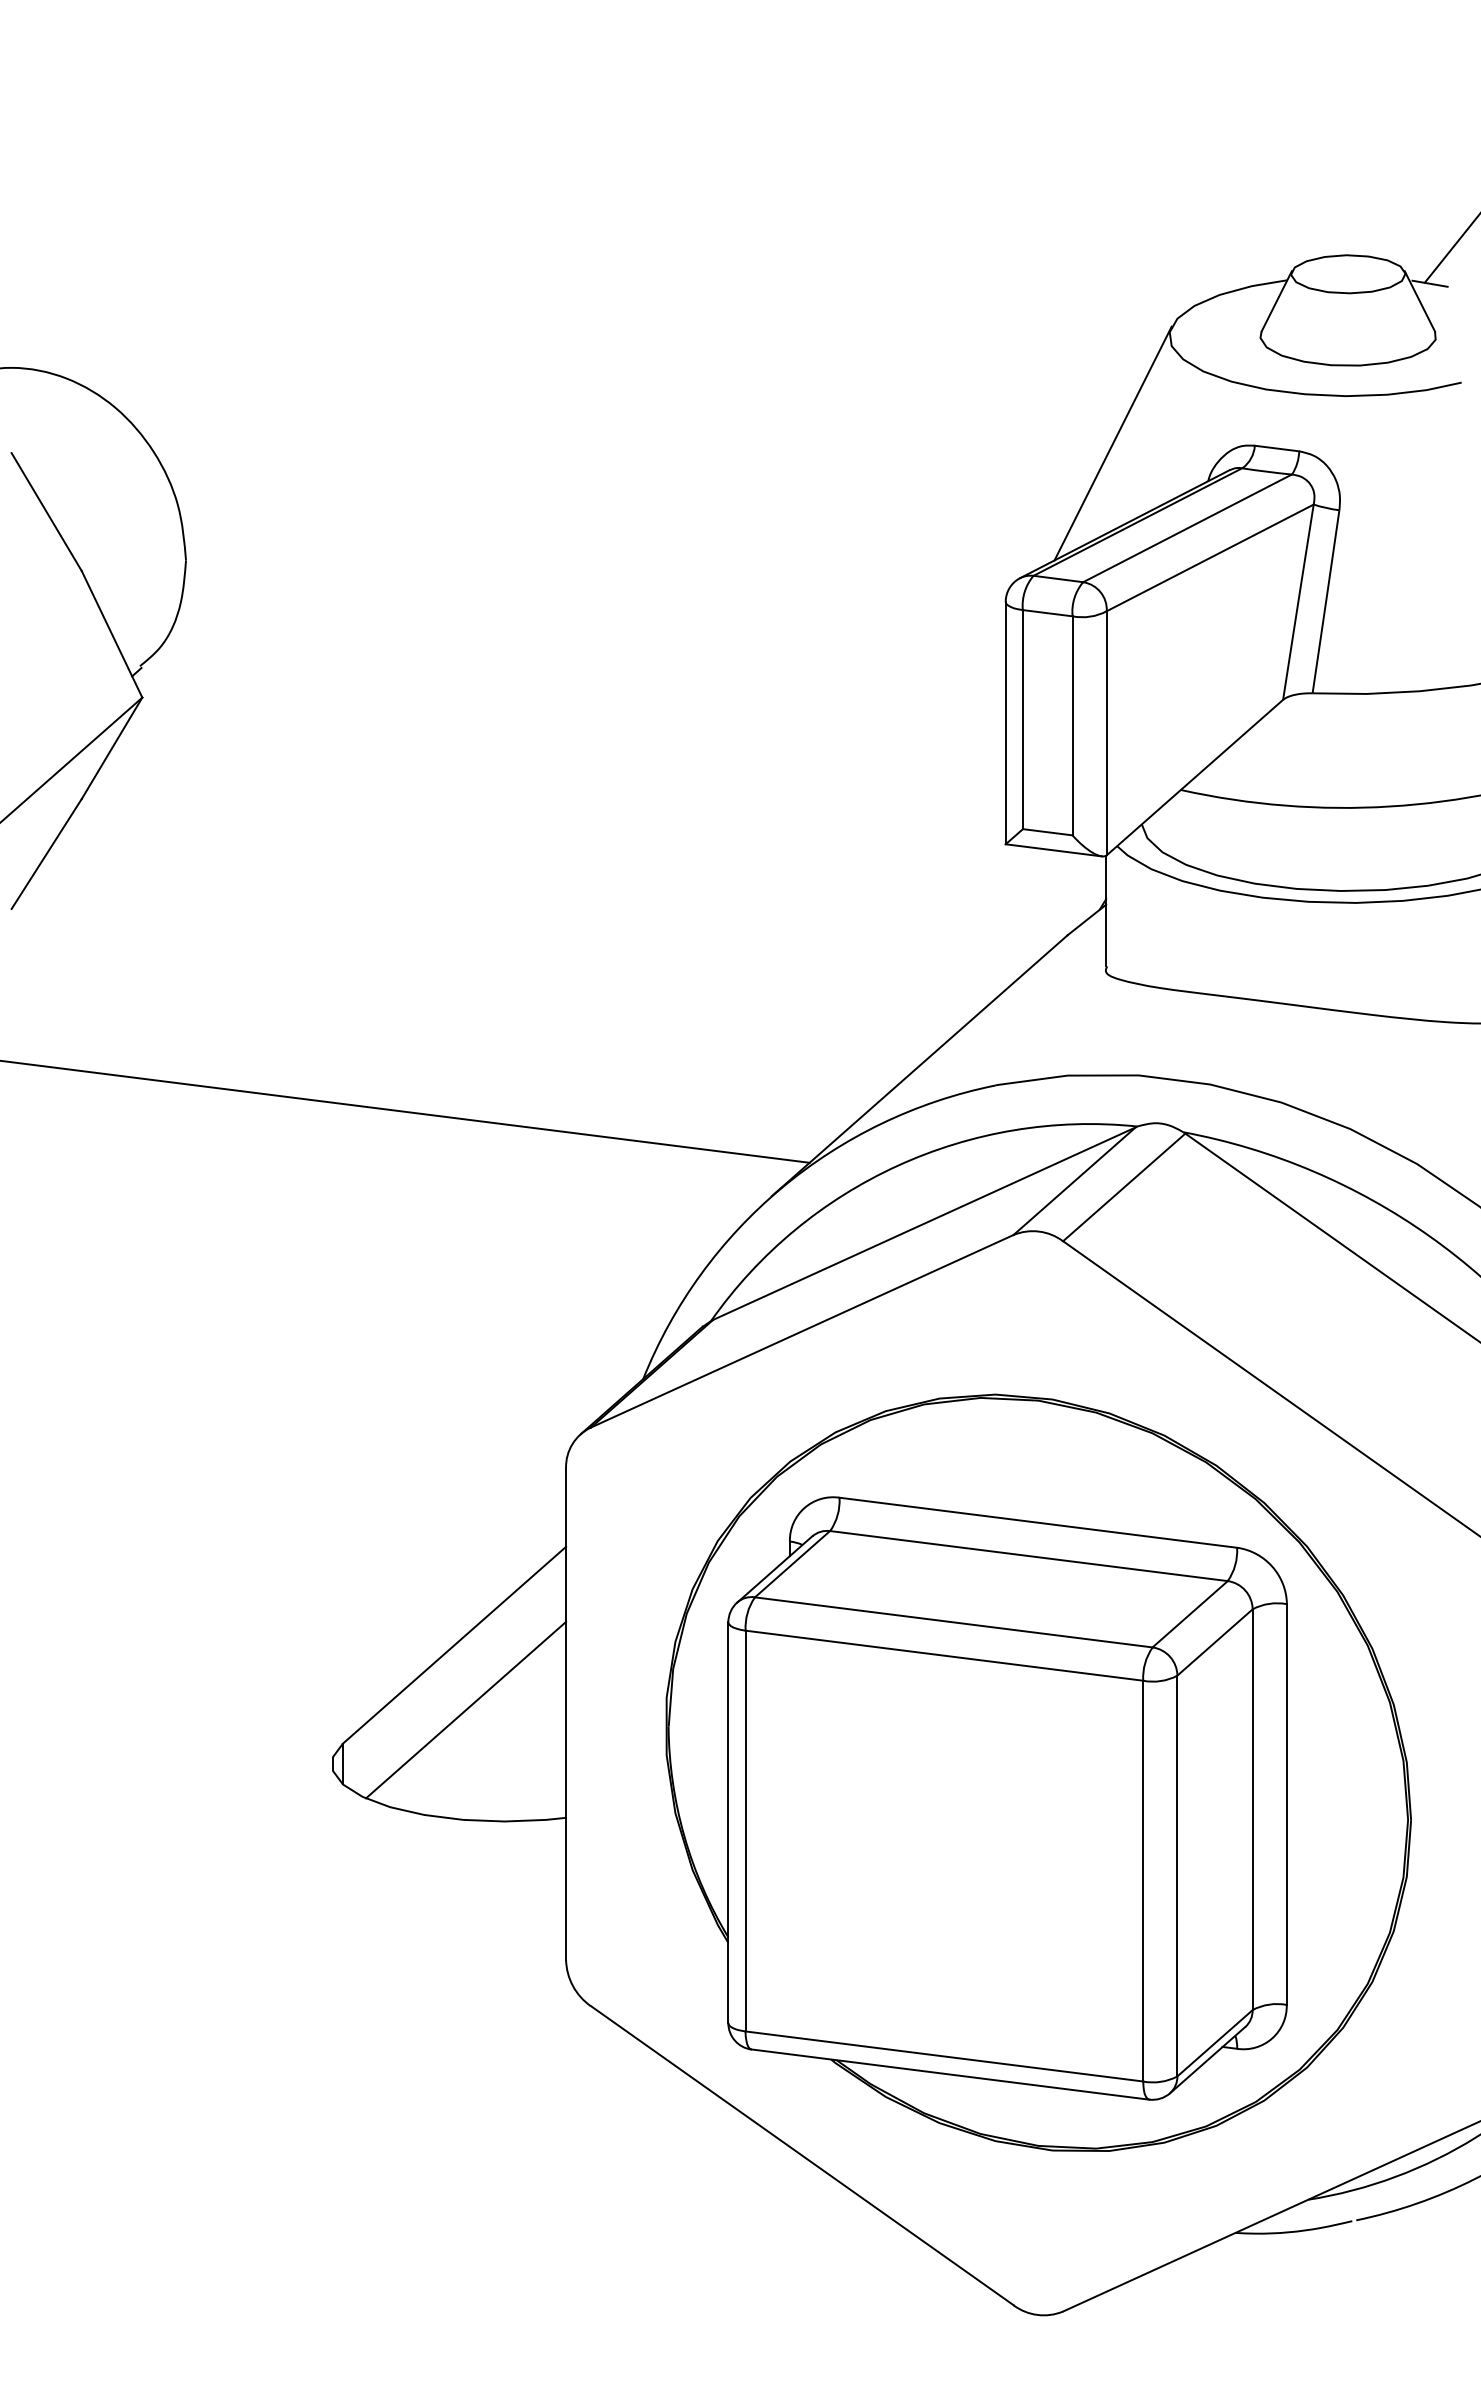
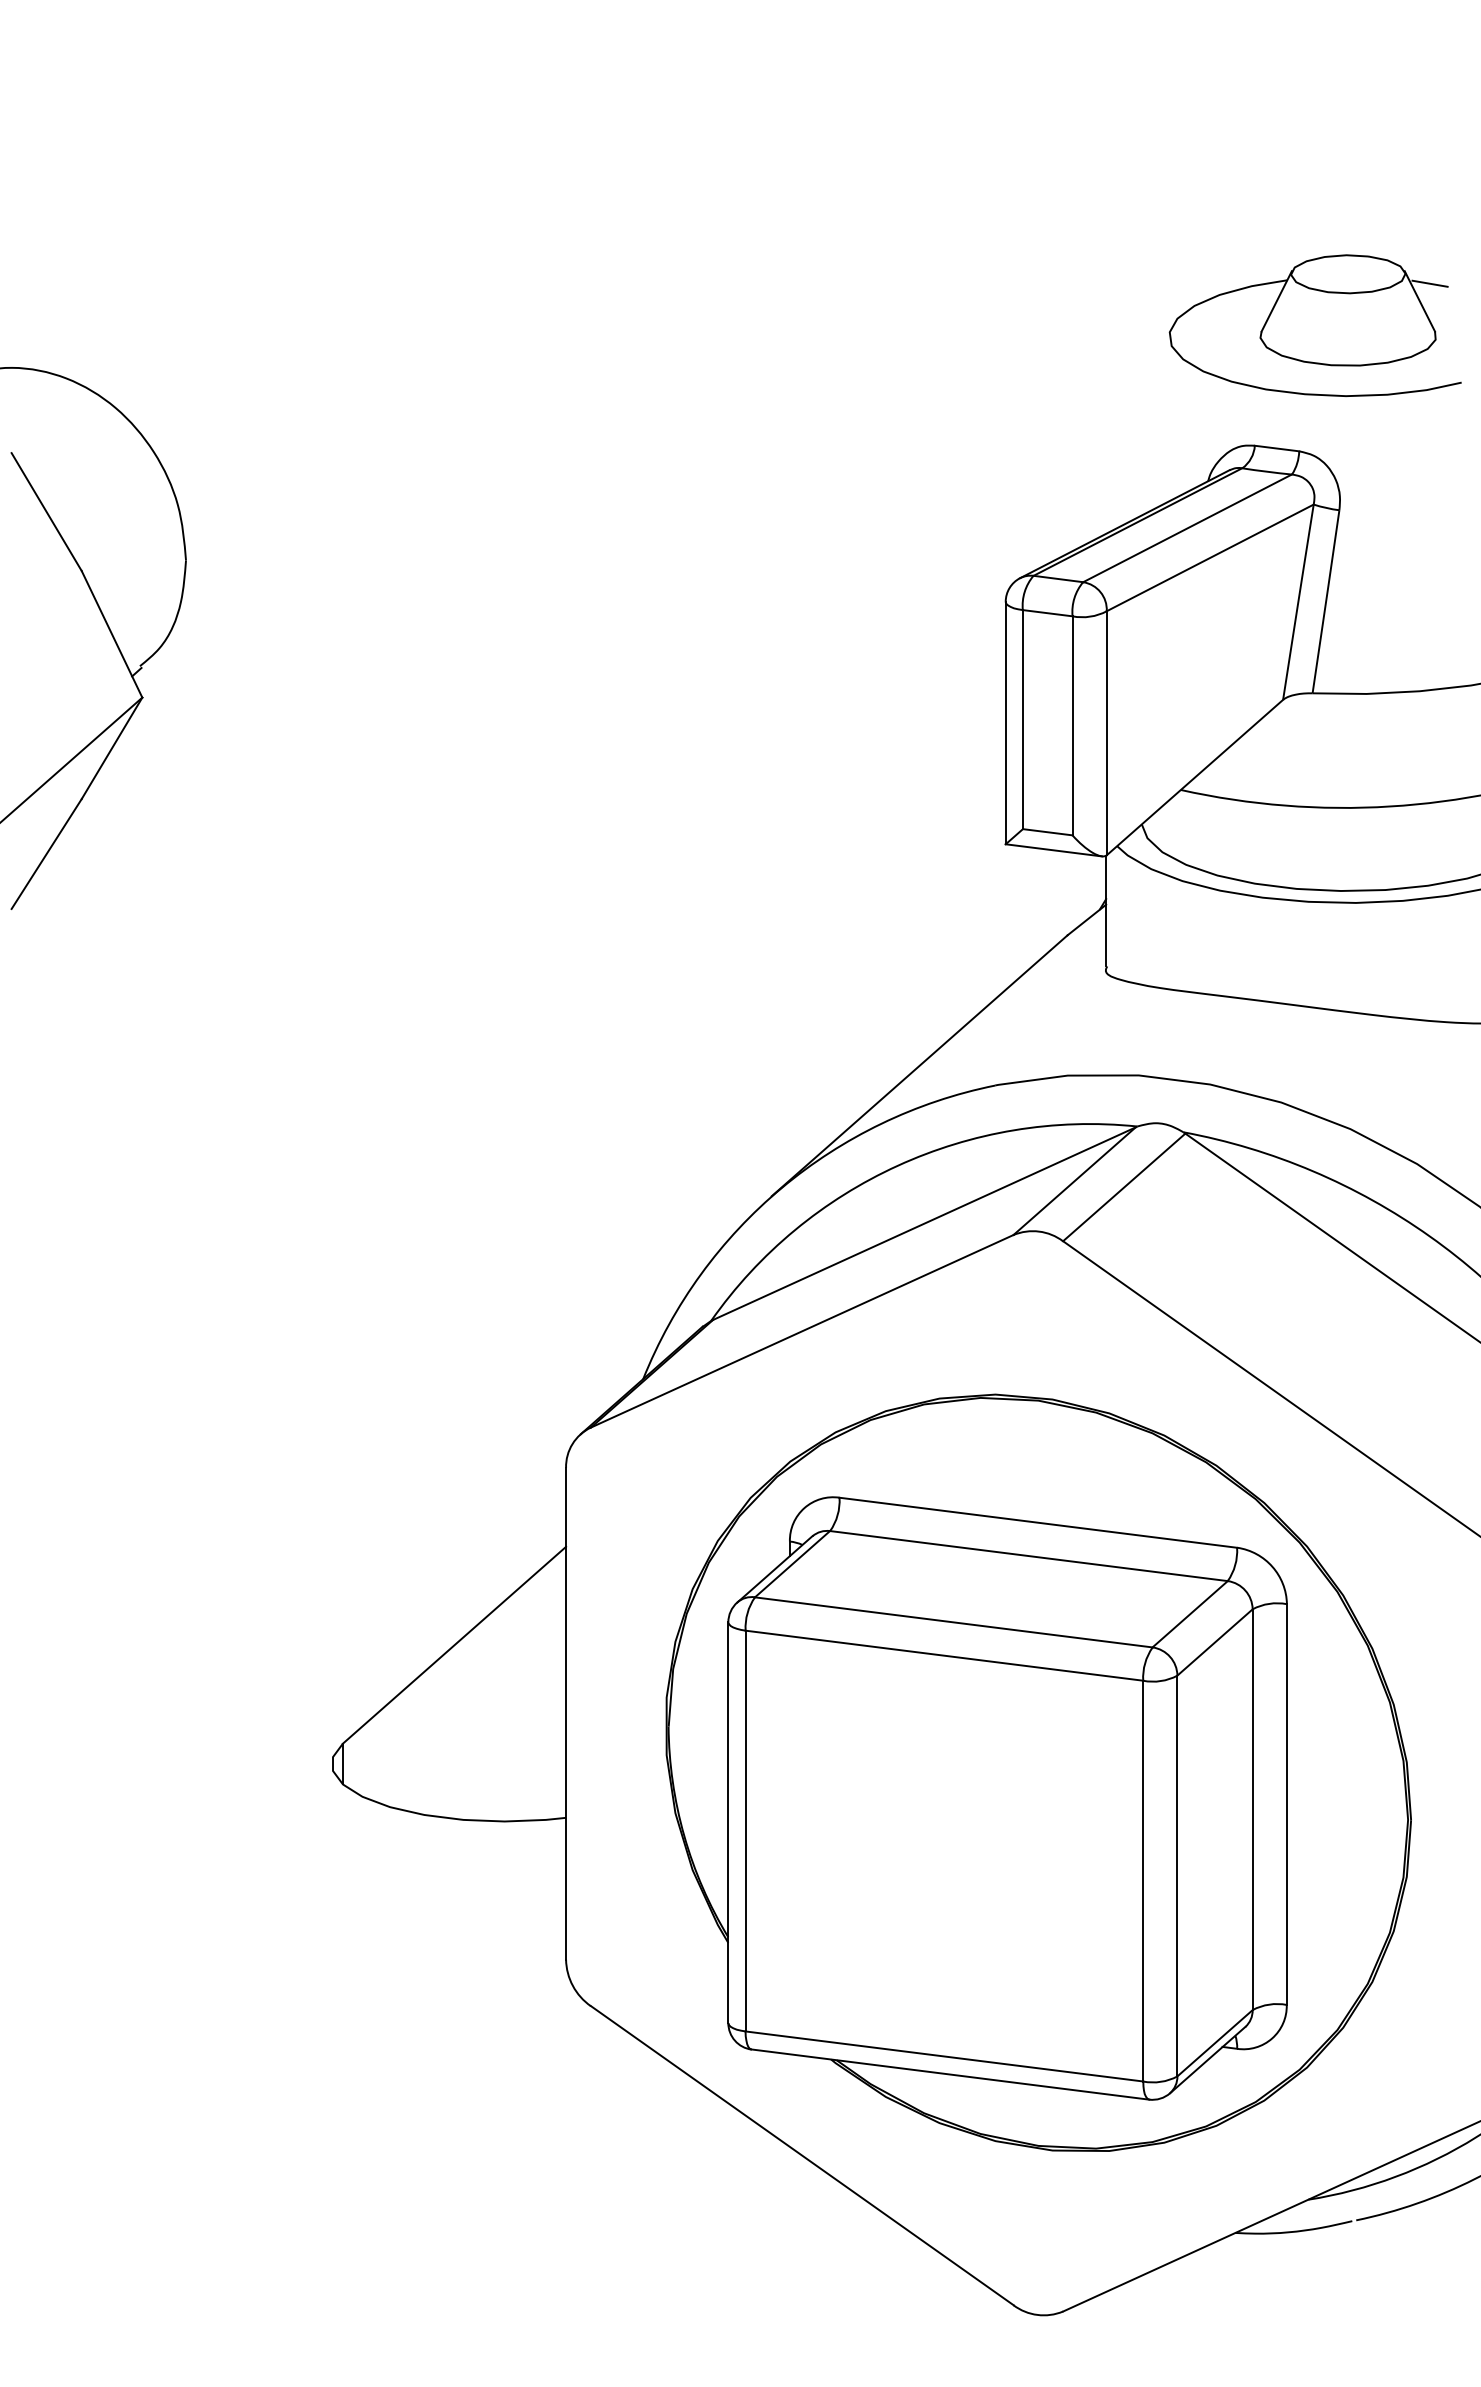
line at (1450, 249): present -> none
line at (1112, 443): present -> none
line at (405, 1111): present -> none
line at (466, 1709): present -> none
